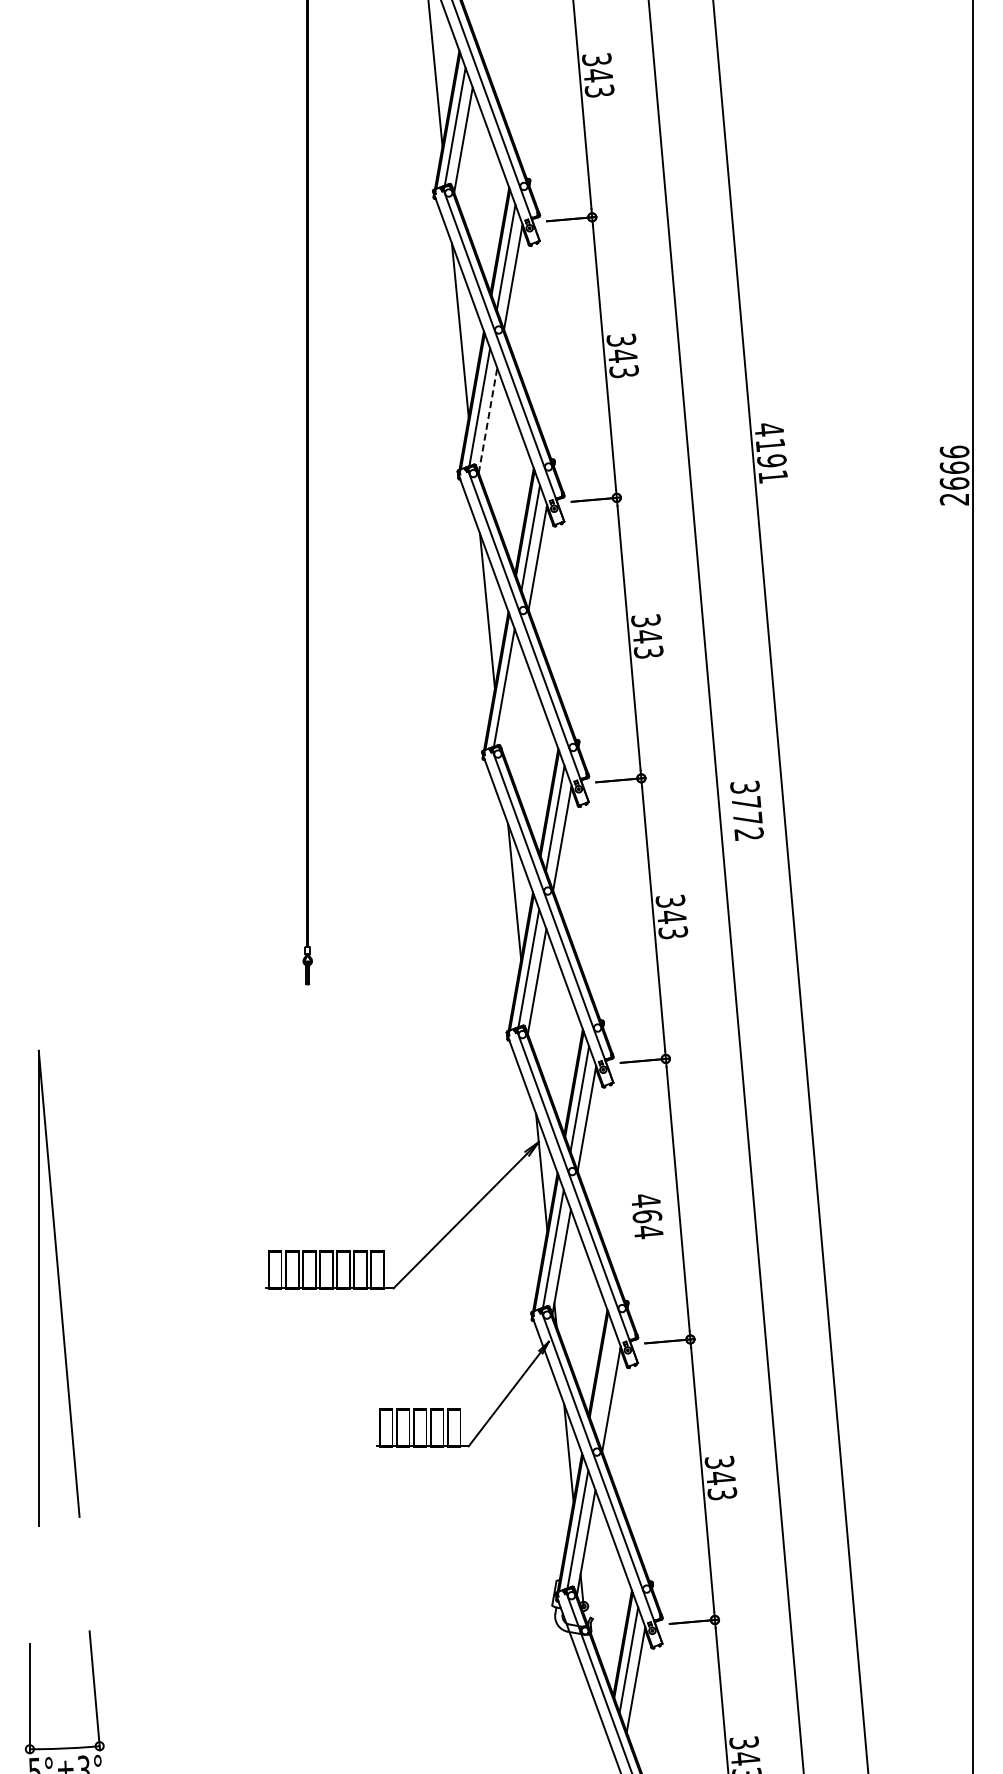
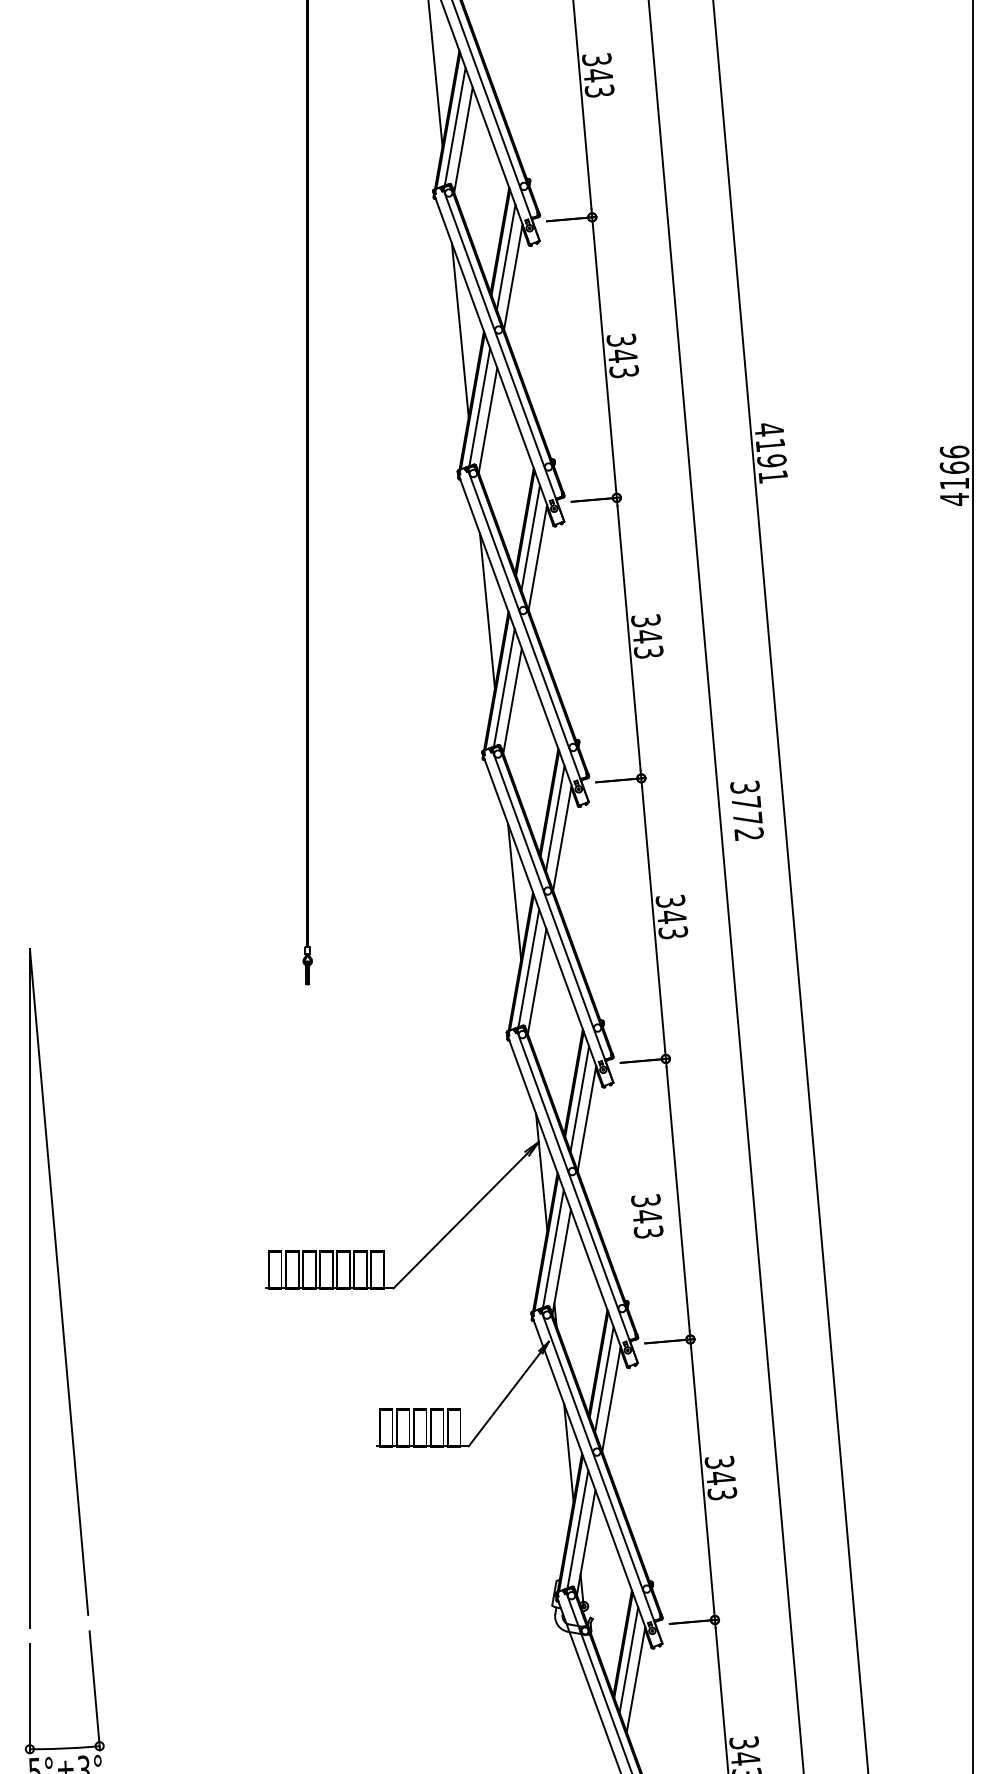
line at (488, 420): dashed -> solid
text at (954, 491): 2666 -> 4166
line at (512, 700): none -> present
text at (647, 1216): 464 -> 343
part at (58, 1287) size: 44x478 px -> 61x681 px
line at (604, 1379): none -> present
